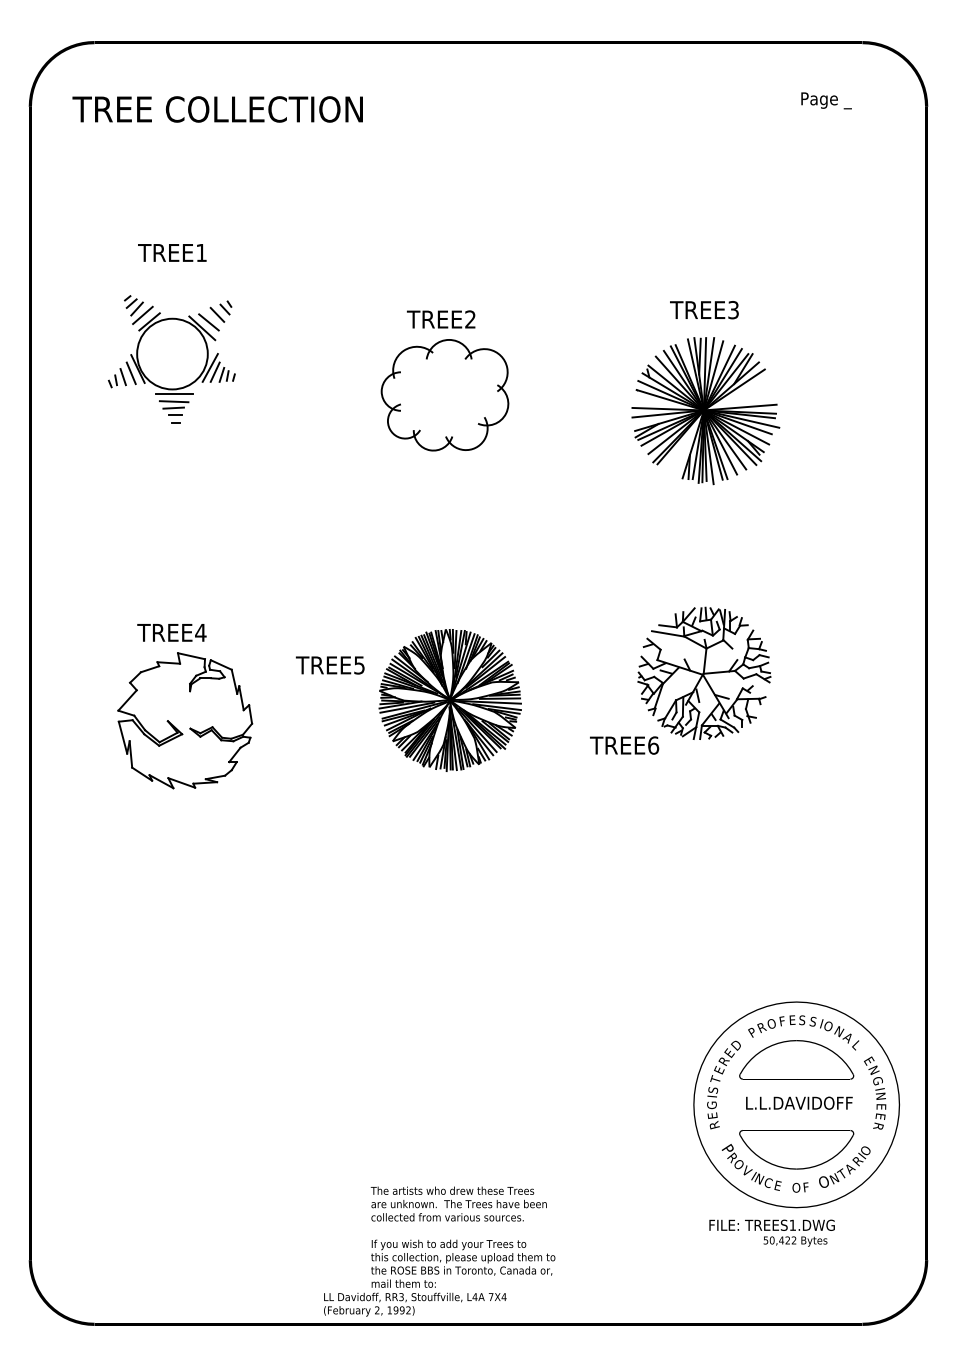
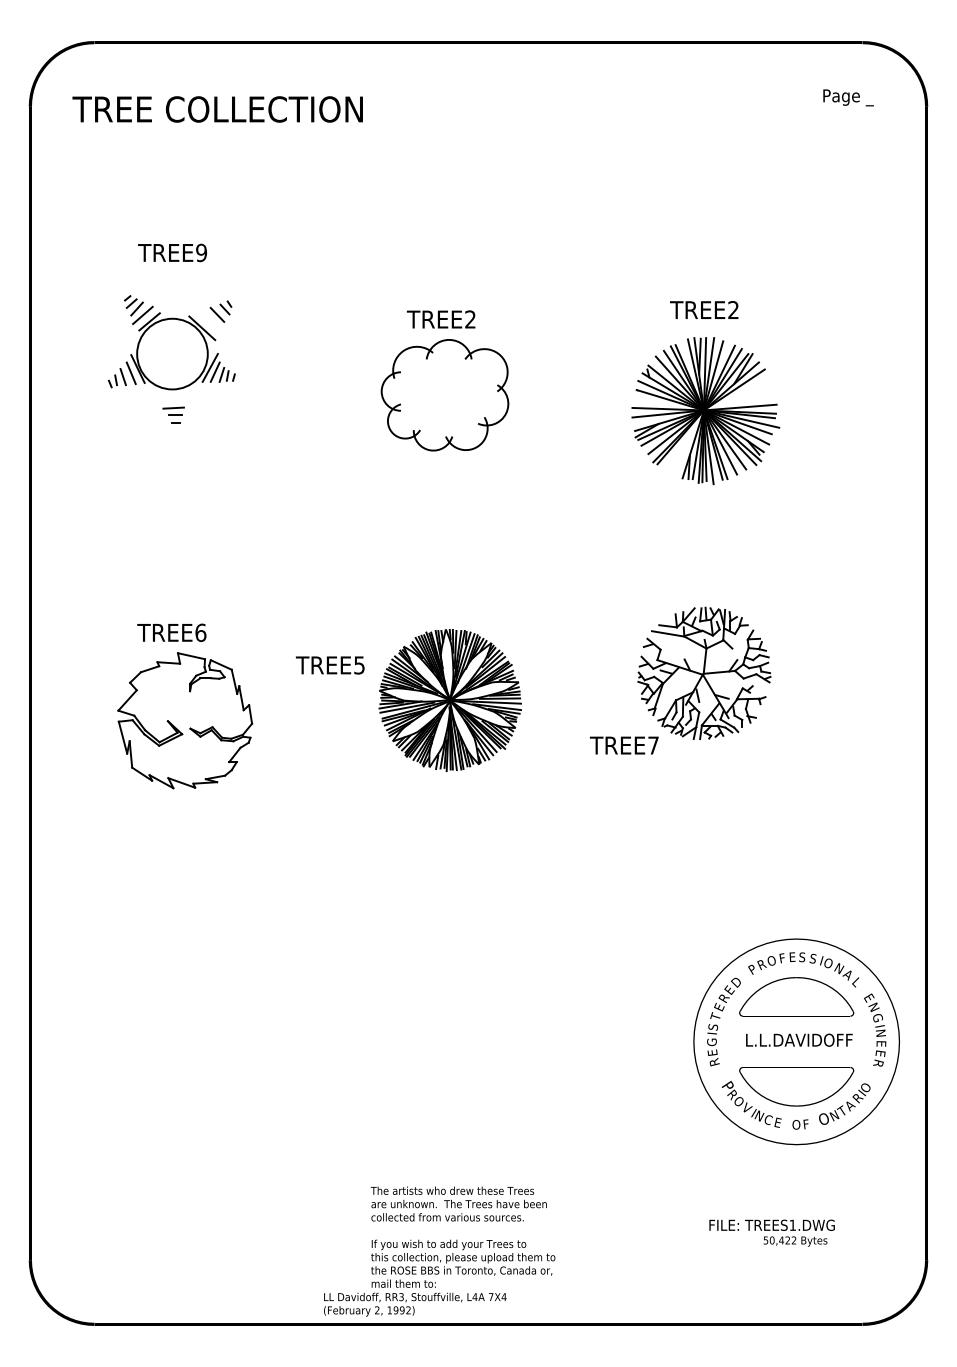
text at (826, 100) position: (826, 100) -> (848, 97)
text at (201, 252): TREE1 -> TREE9
text at (733, 310): TREE3 -> TREE2
line at (208, 322): present -> none
line at (174, 393): present -> none
line at (173, 401): present -> none
text at (200, 632): TREE4 -> TREE6
text at (653, 745): TREE6 -> TREE7
text at (796, 1104) position: (796, 1104) -> (796, 1041)
